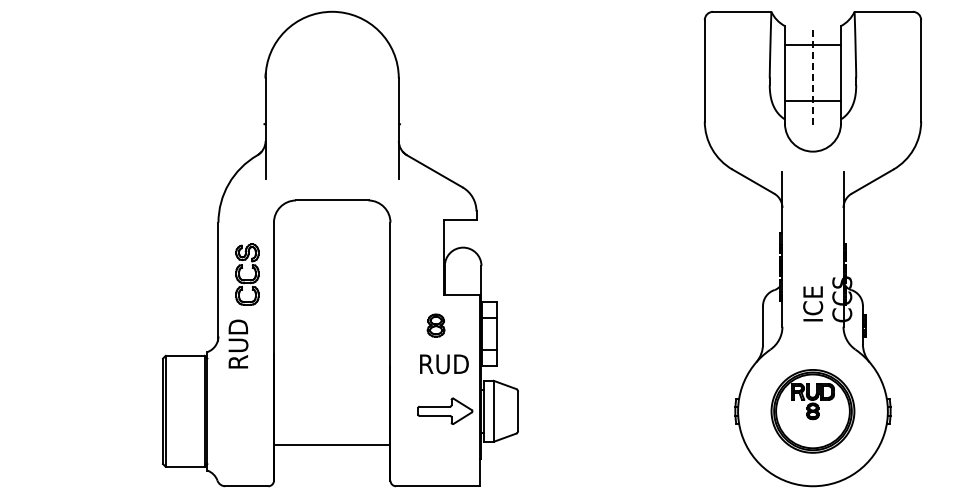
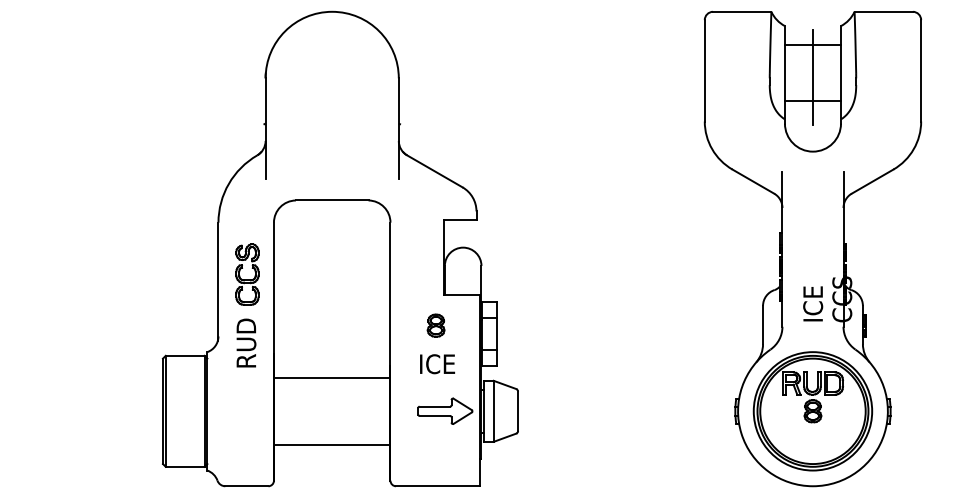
line at (812, 77): dashed -> solid
text at (238, 343) position: (238, 343) -> (246, 342)
text at (445, 364): RUD -> ICE
line at (331, 378): none -> present
part at (812, 411) size: 86x85 px -> 122x121 px
